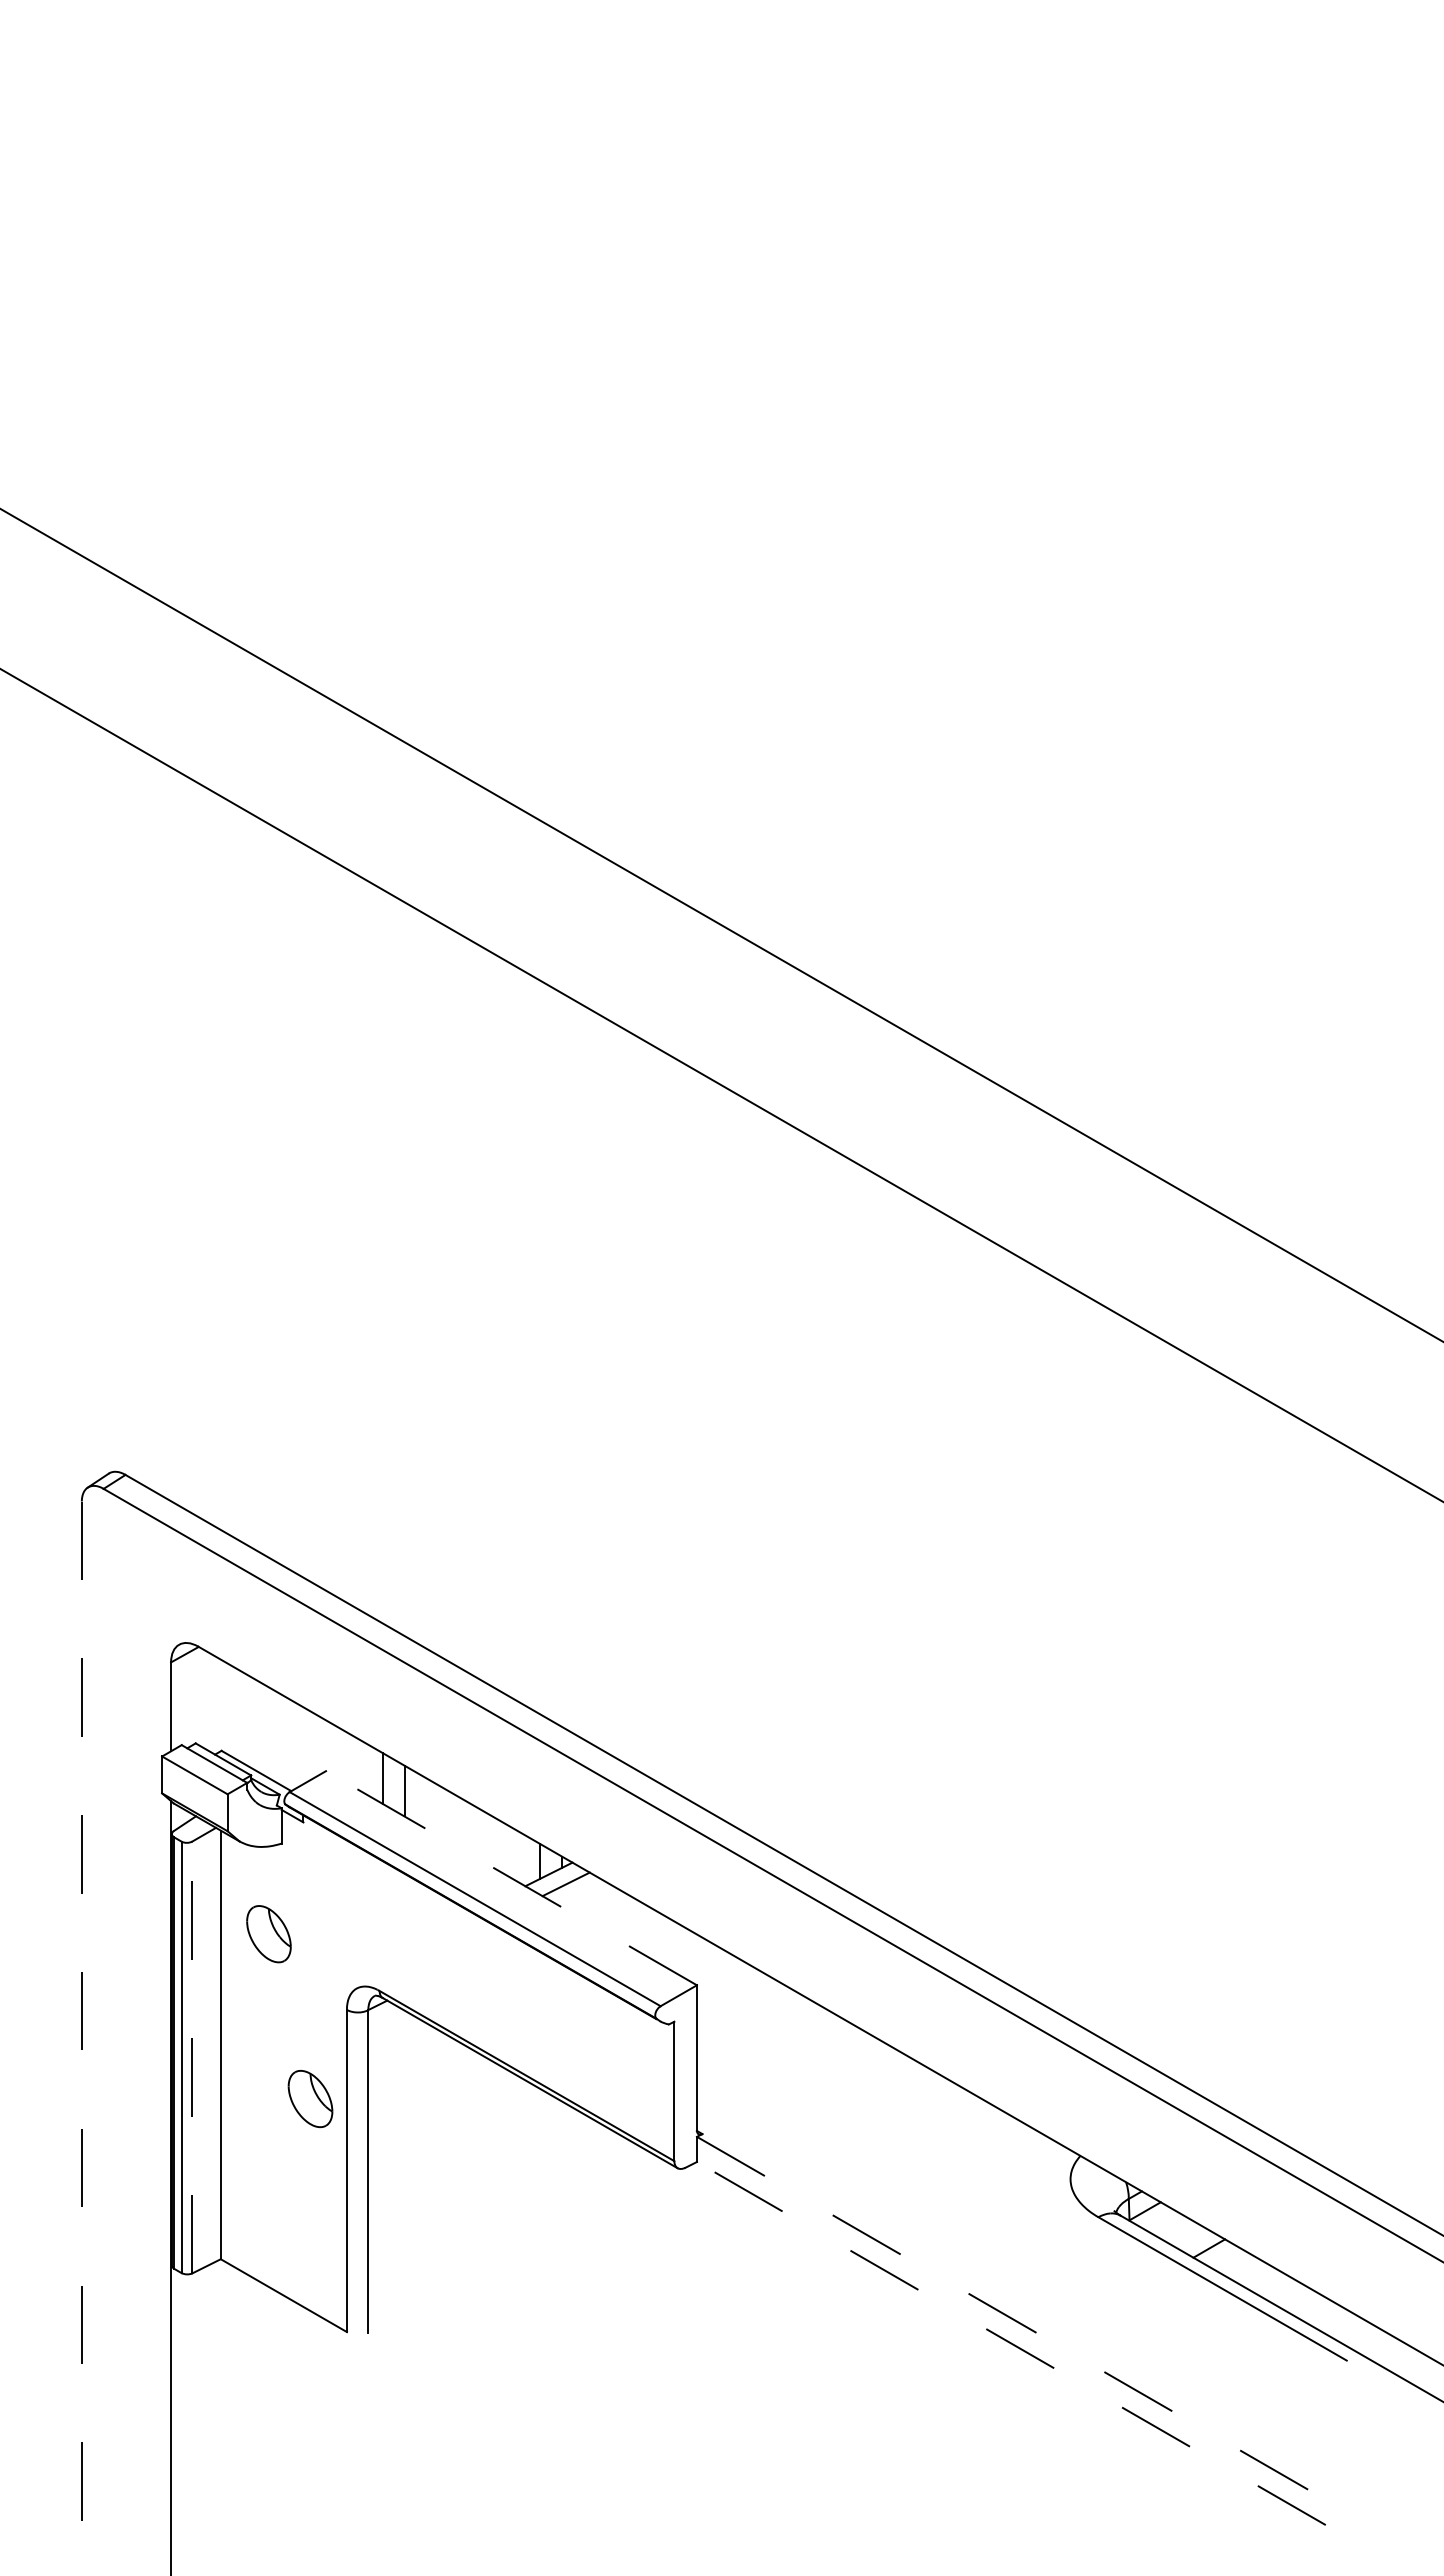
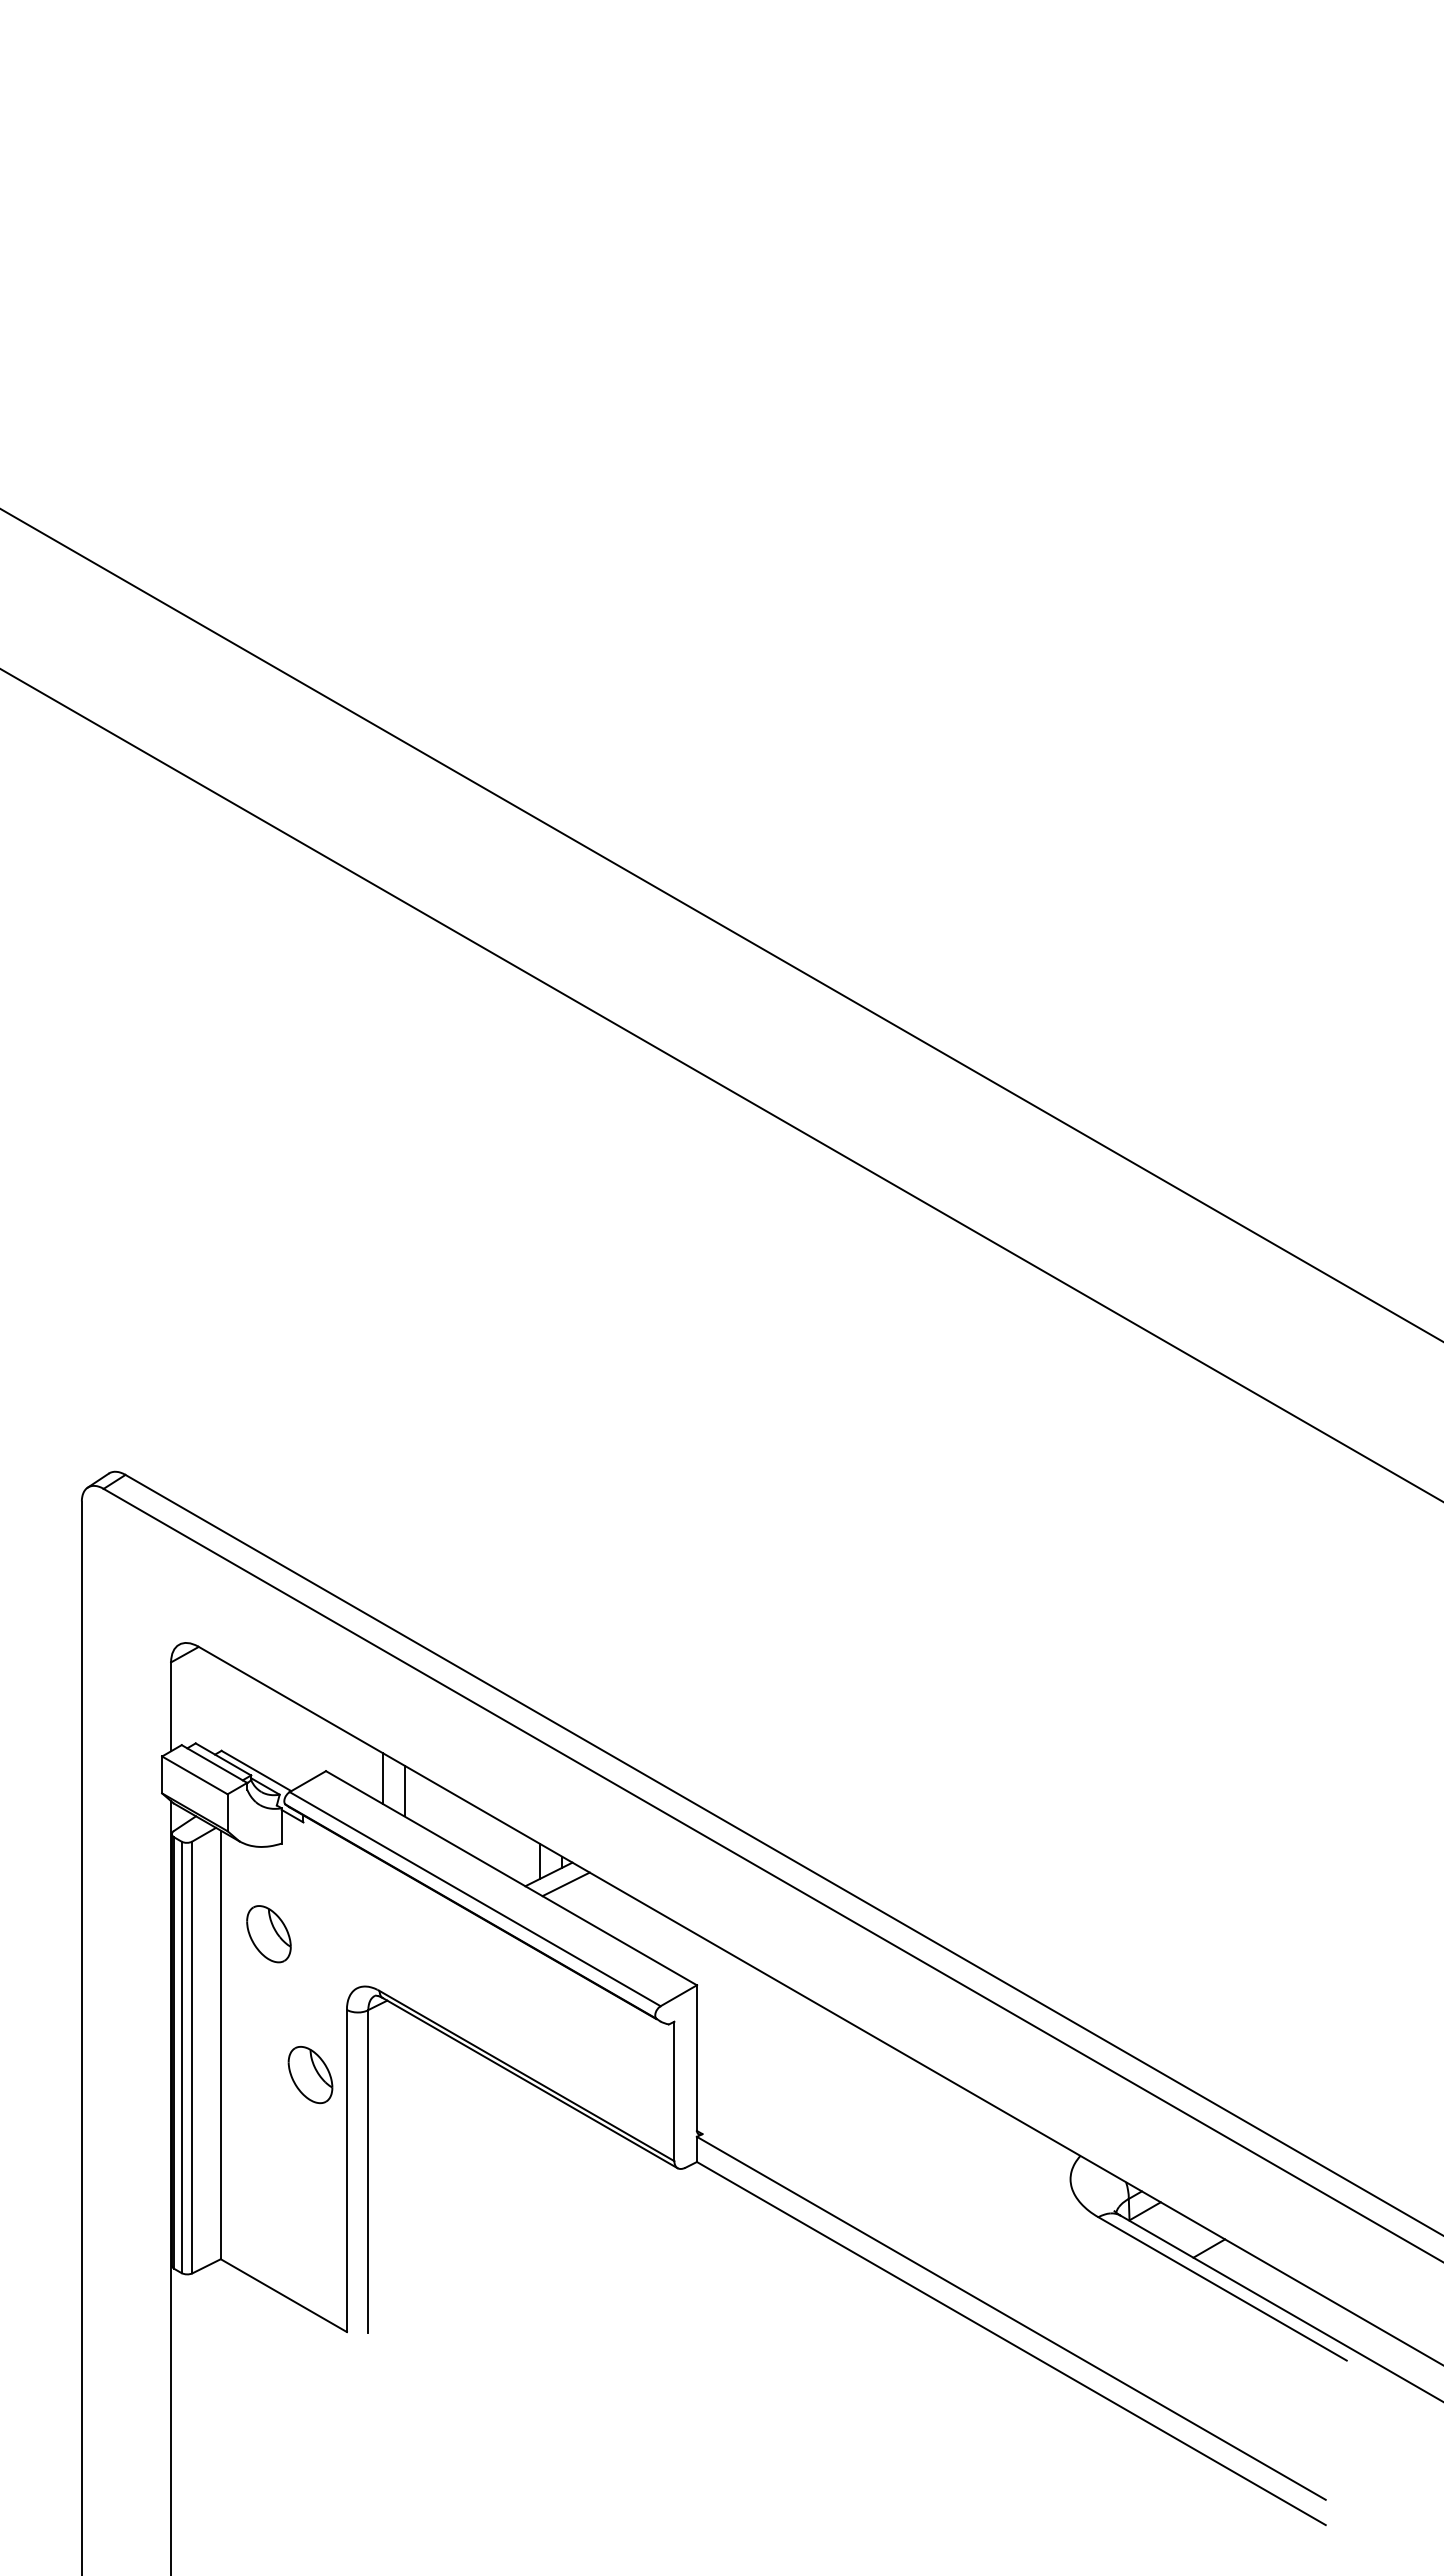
line at (511, 1877): dashed -> solid
line at (81, 2038): dashed -> solid
line at (192, 2057): dashed -> solid
part at (310, 2099) position: (310, 2099) -> (310, 2075)
line at (1011, 2318): dashed -> solid
line at (1010, 2343): dashed -> solid
